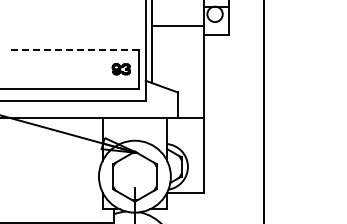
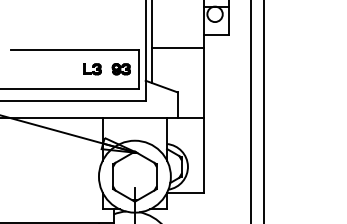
line at (177, 26) position: (177, 26) -> (177, 48)
line at (74, 50): dashed -> solid
part at (92, 69): none -> present
line at (250, 111): none -> present
